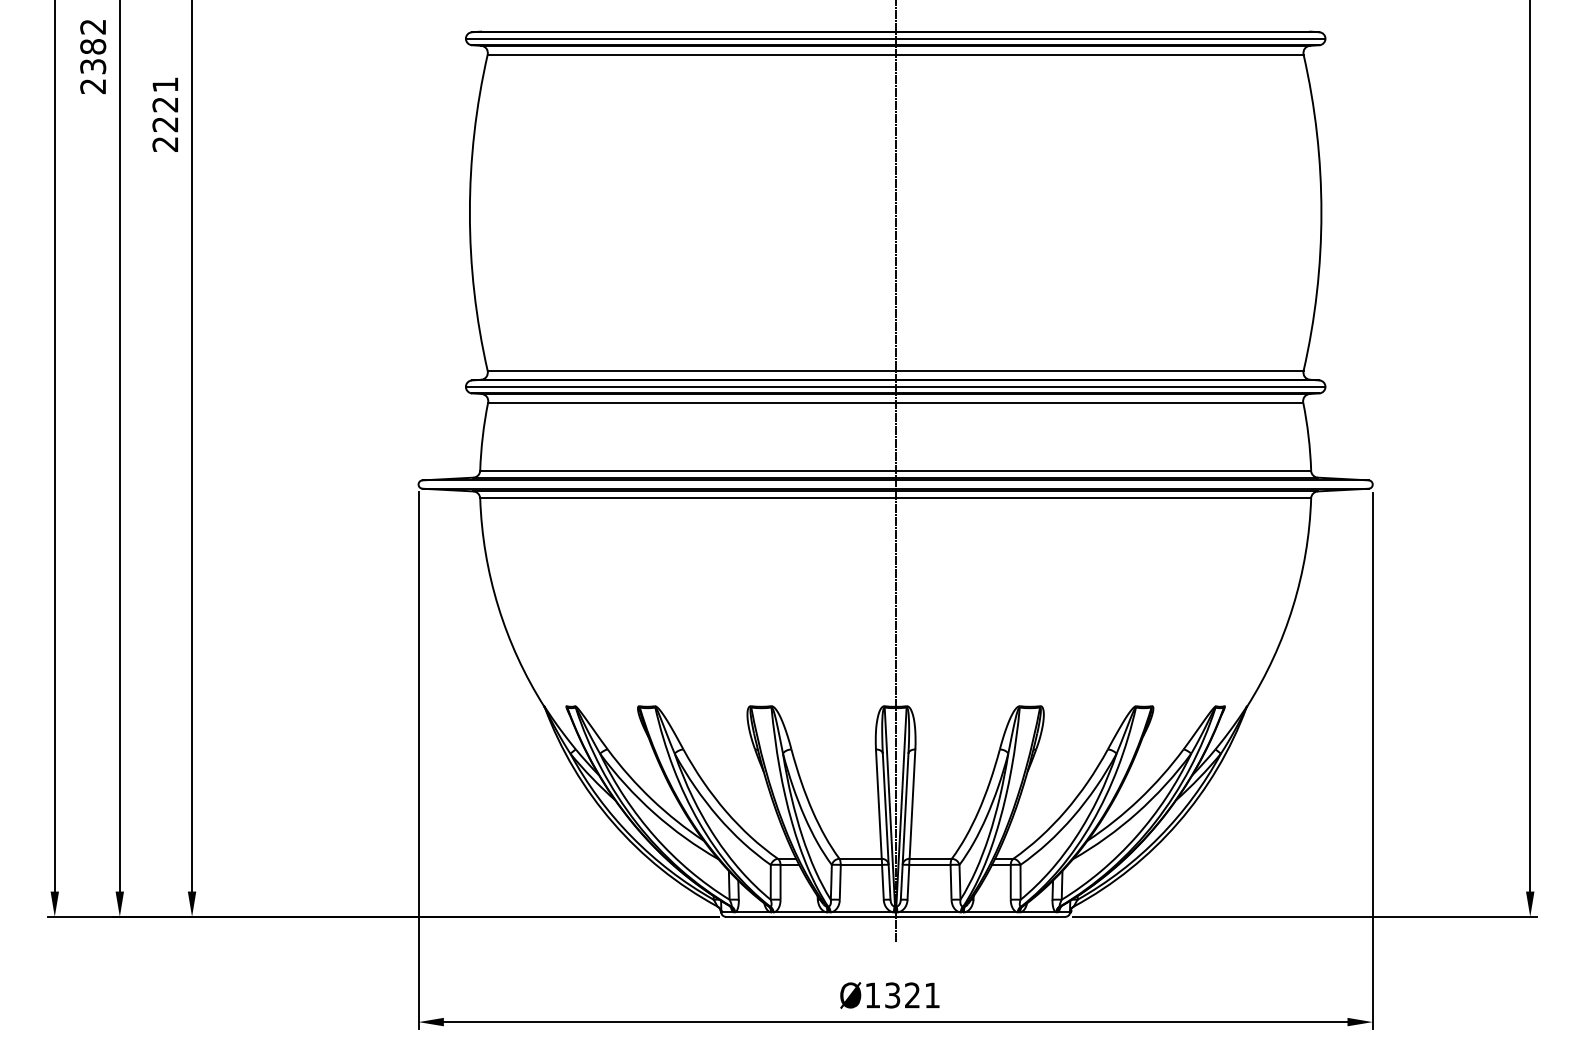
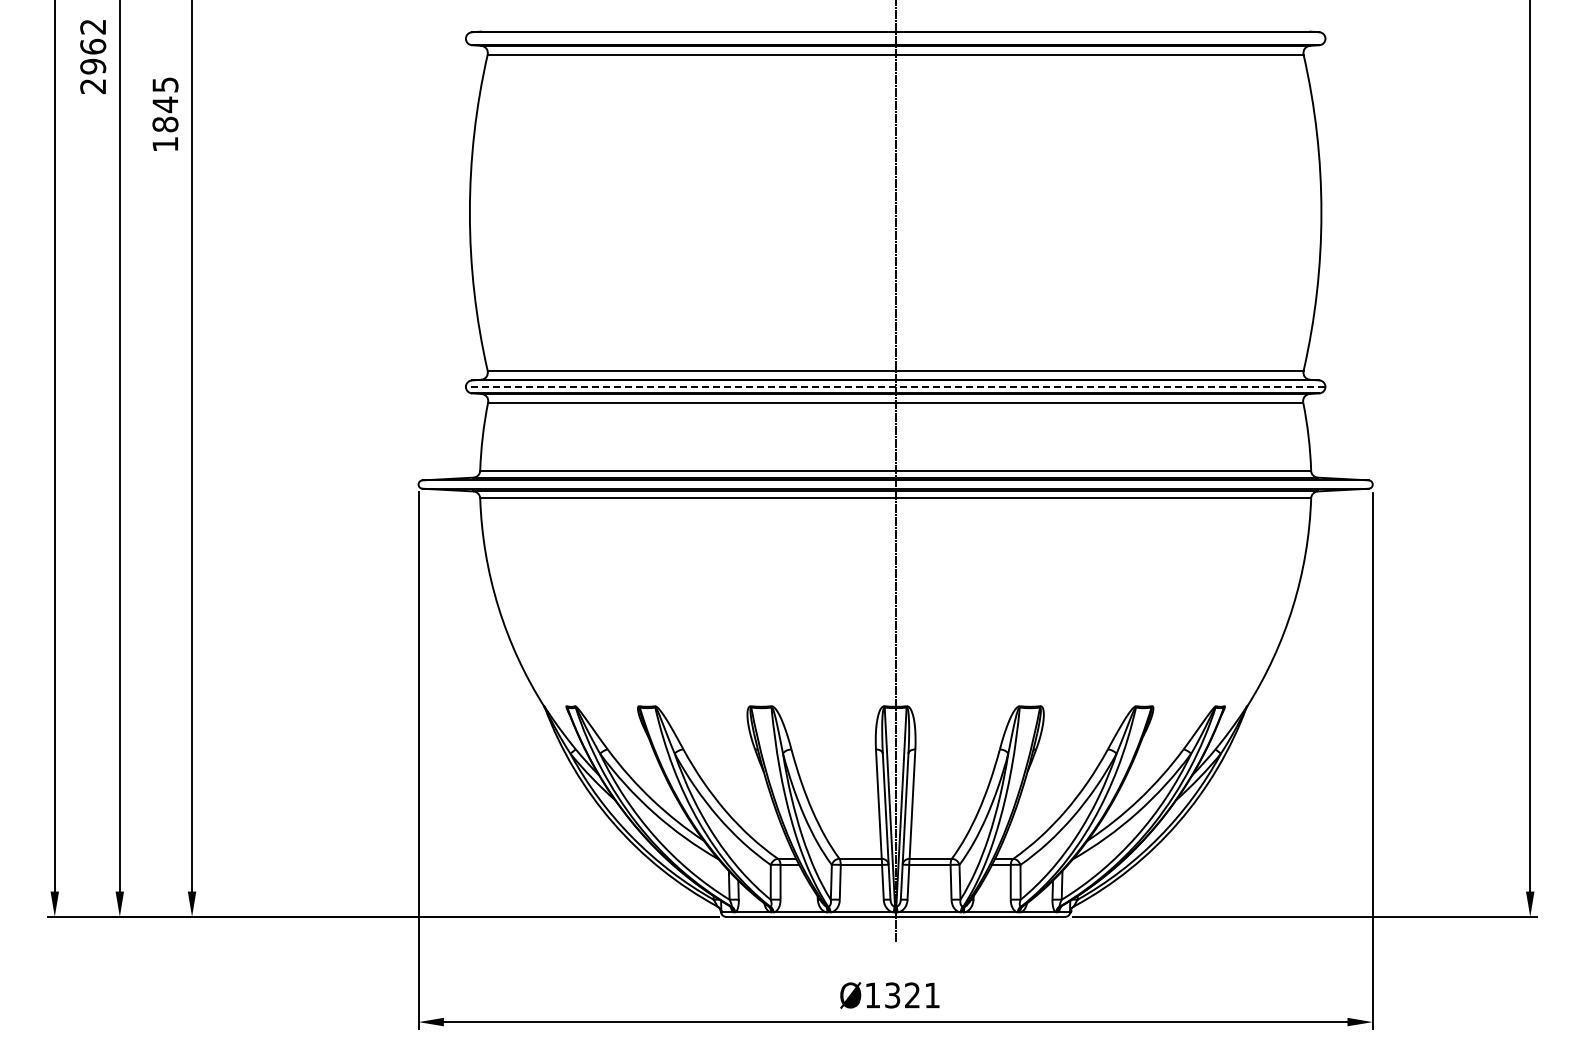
line at (895, 38): present -> none
text at (93, 56): 2382 -> 2962
text at (165, 114): 2221 -> 1845
line at (895, 386): solid -> dashed
